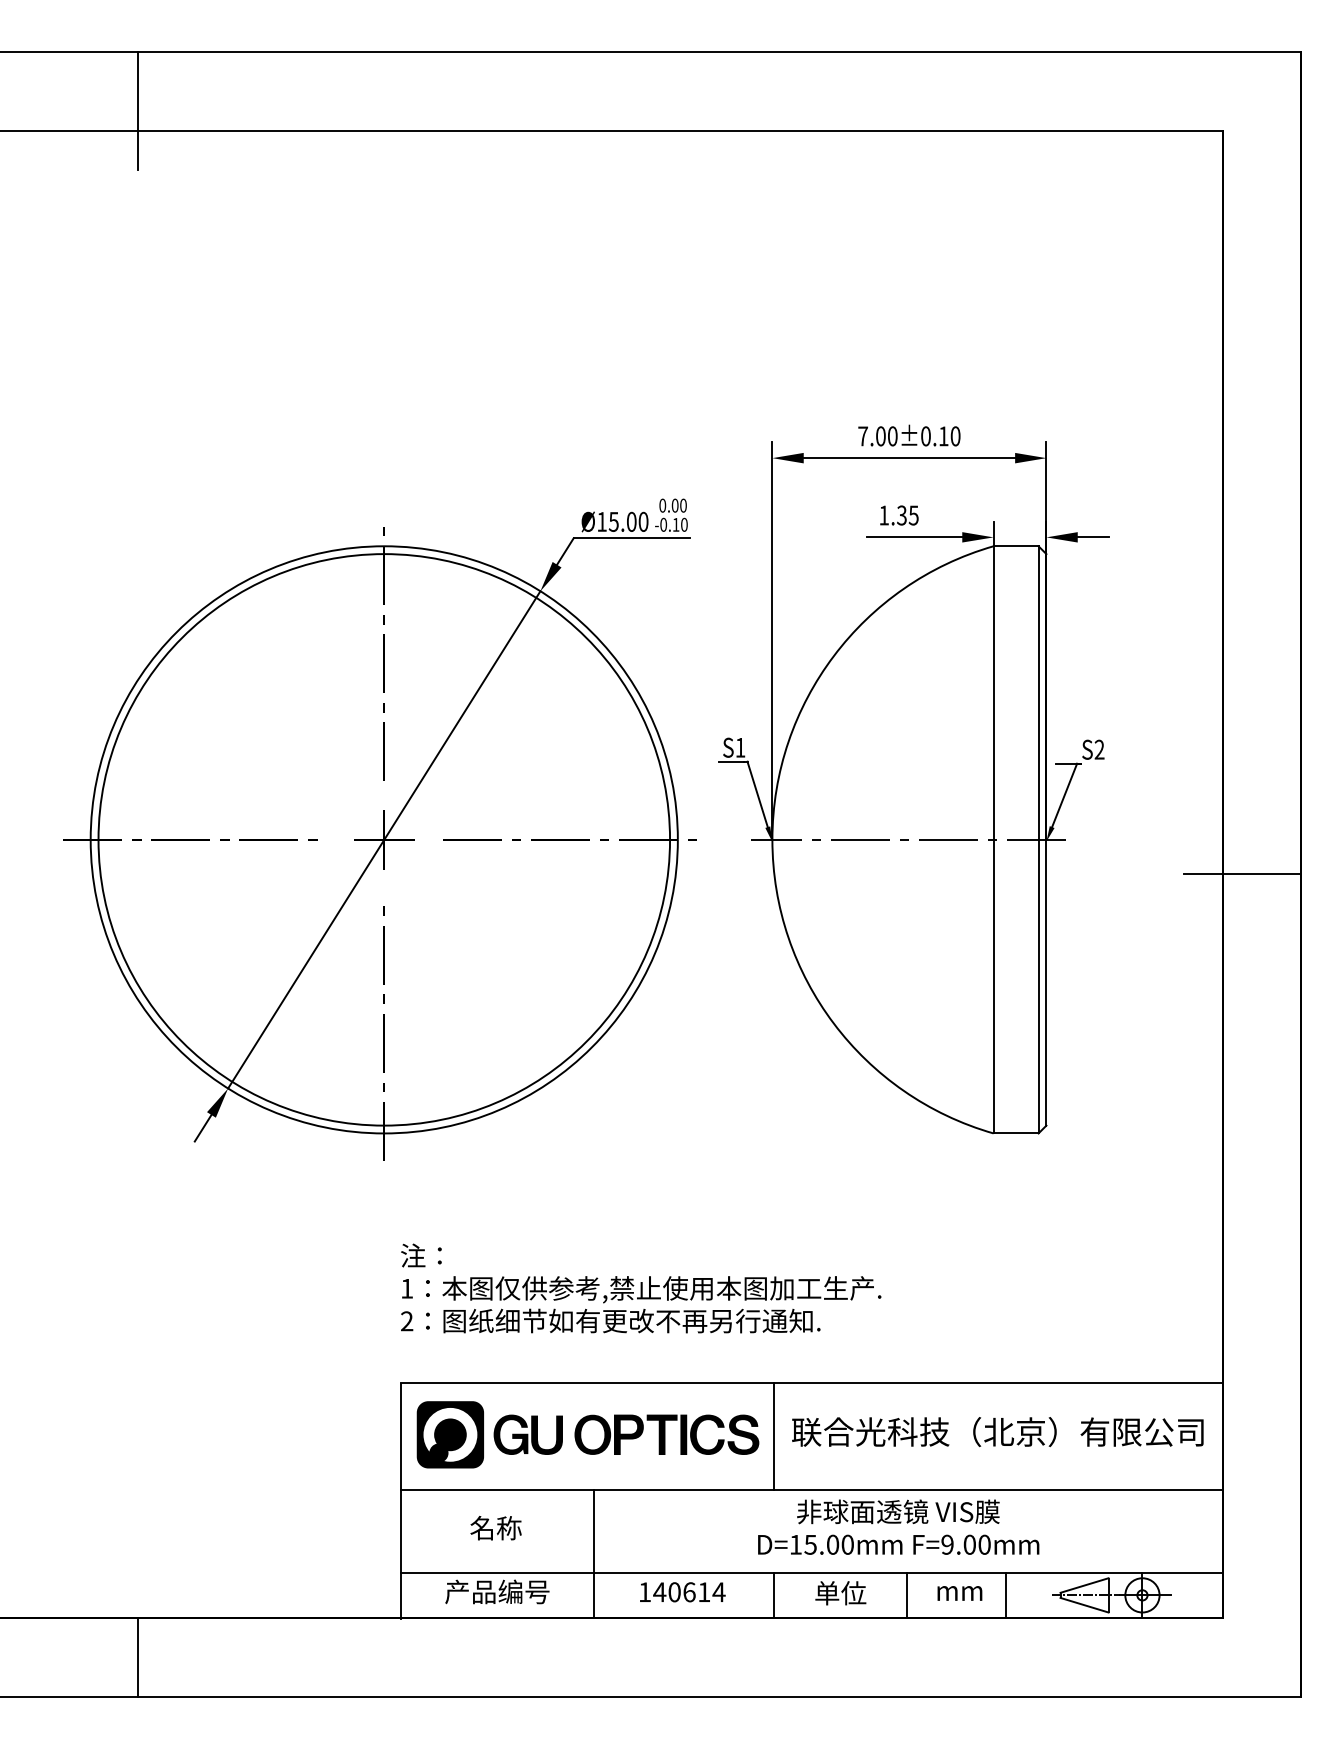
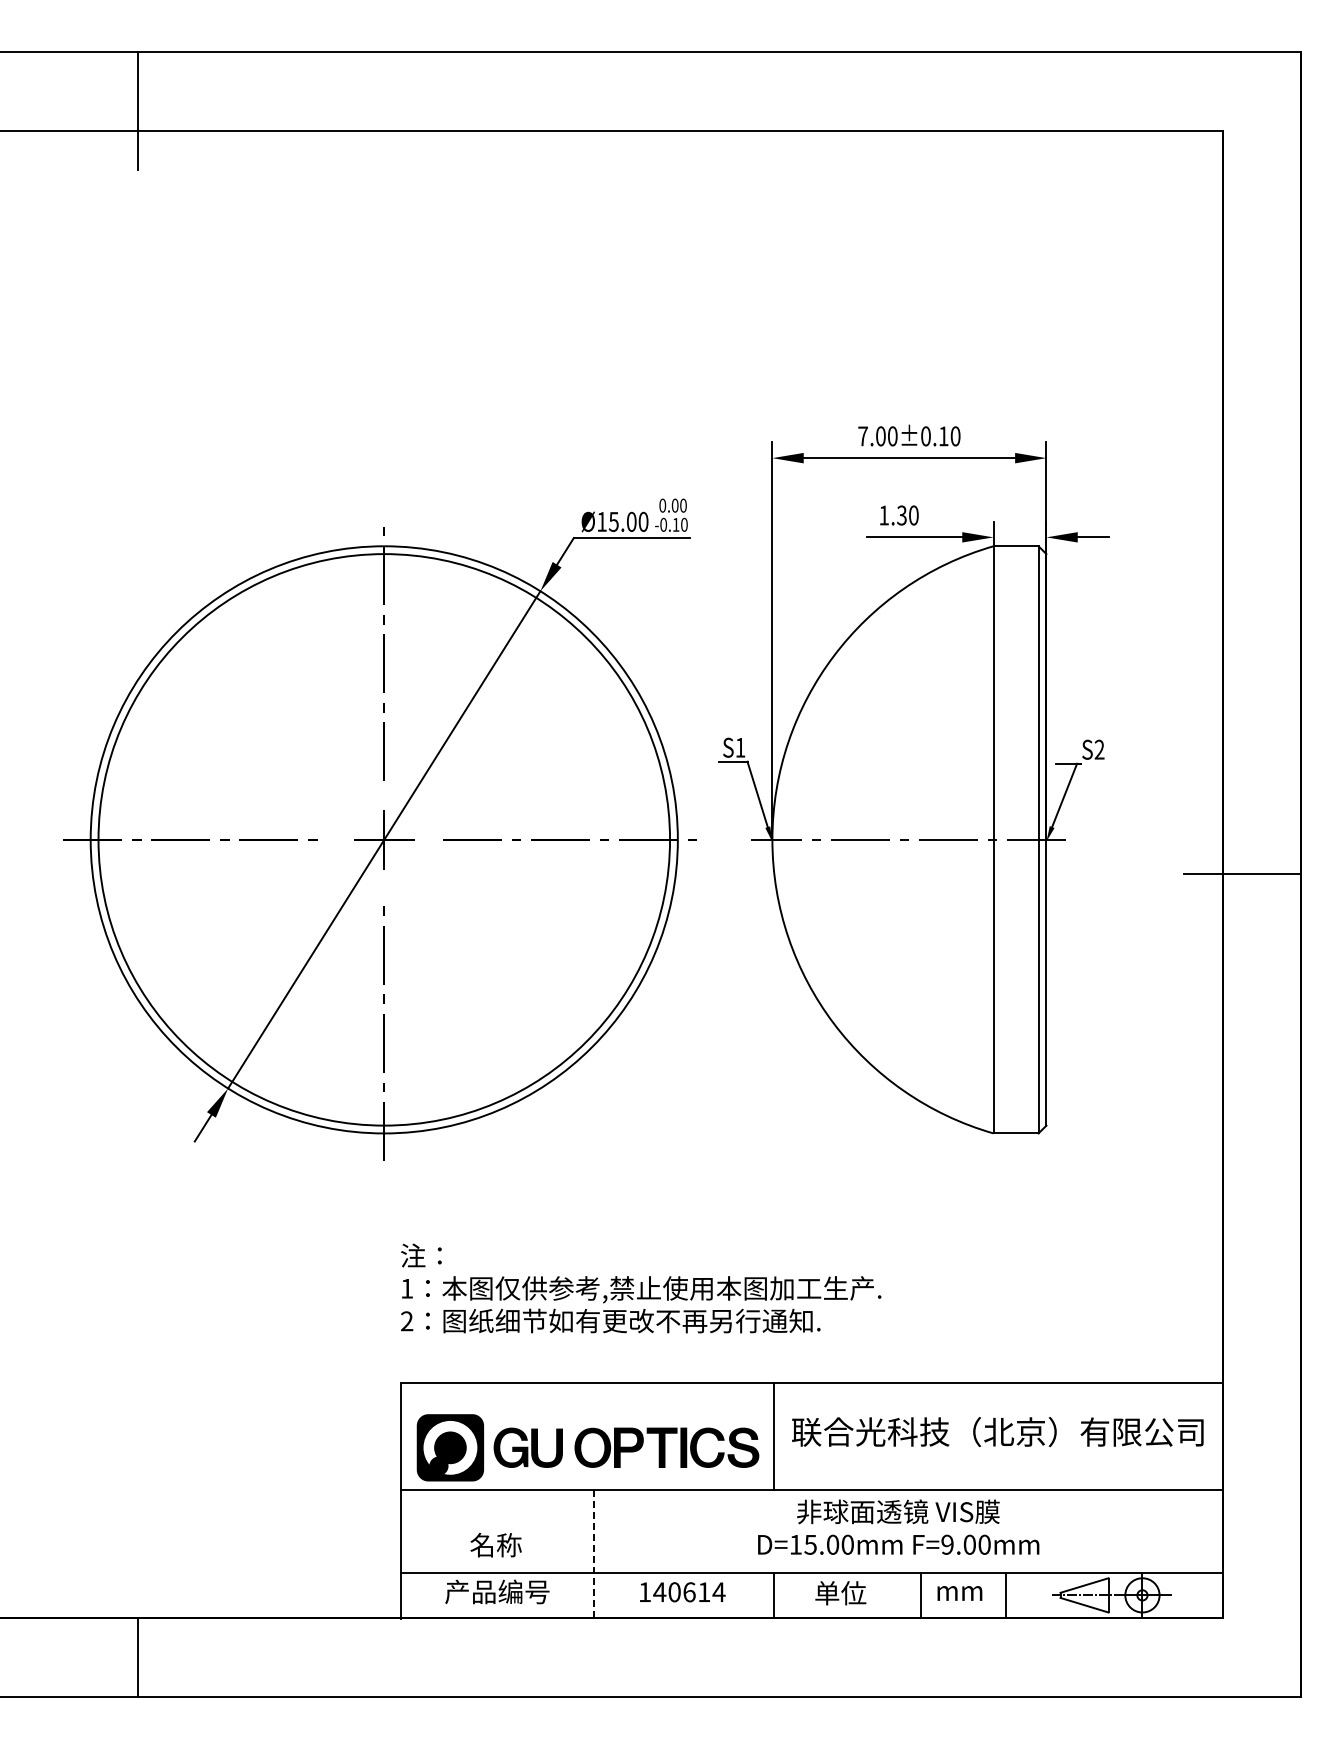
text at (913, 515): 1.35 -> 1.30
part at (587, 1434) position: (587, 1434) -> (587, 1447)
text at (495, 1528) position: (495, 1528) -> (495, 1545)
line at (594, 1554): solid -> dashed
line at (907, 1595) position: (907, 1595) -> (921, 1595)
